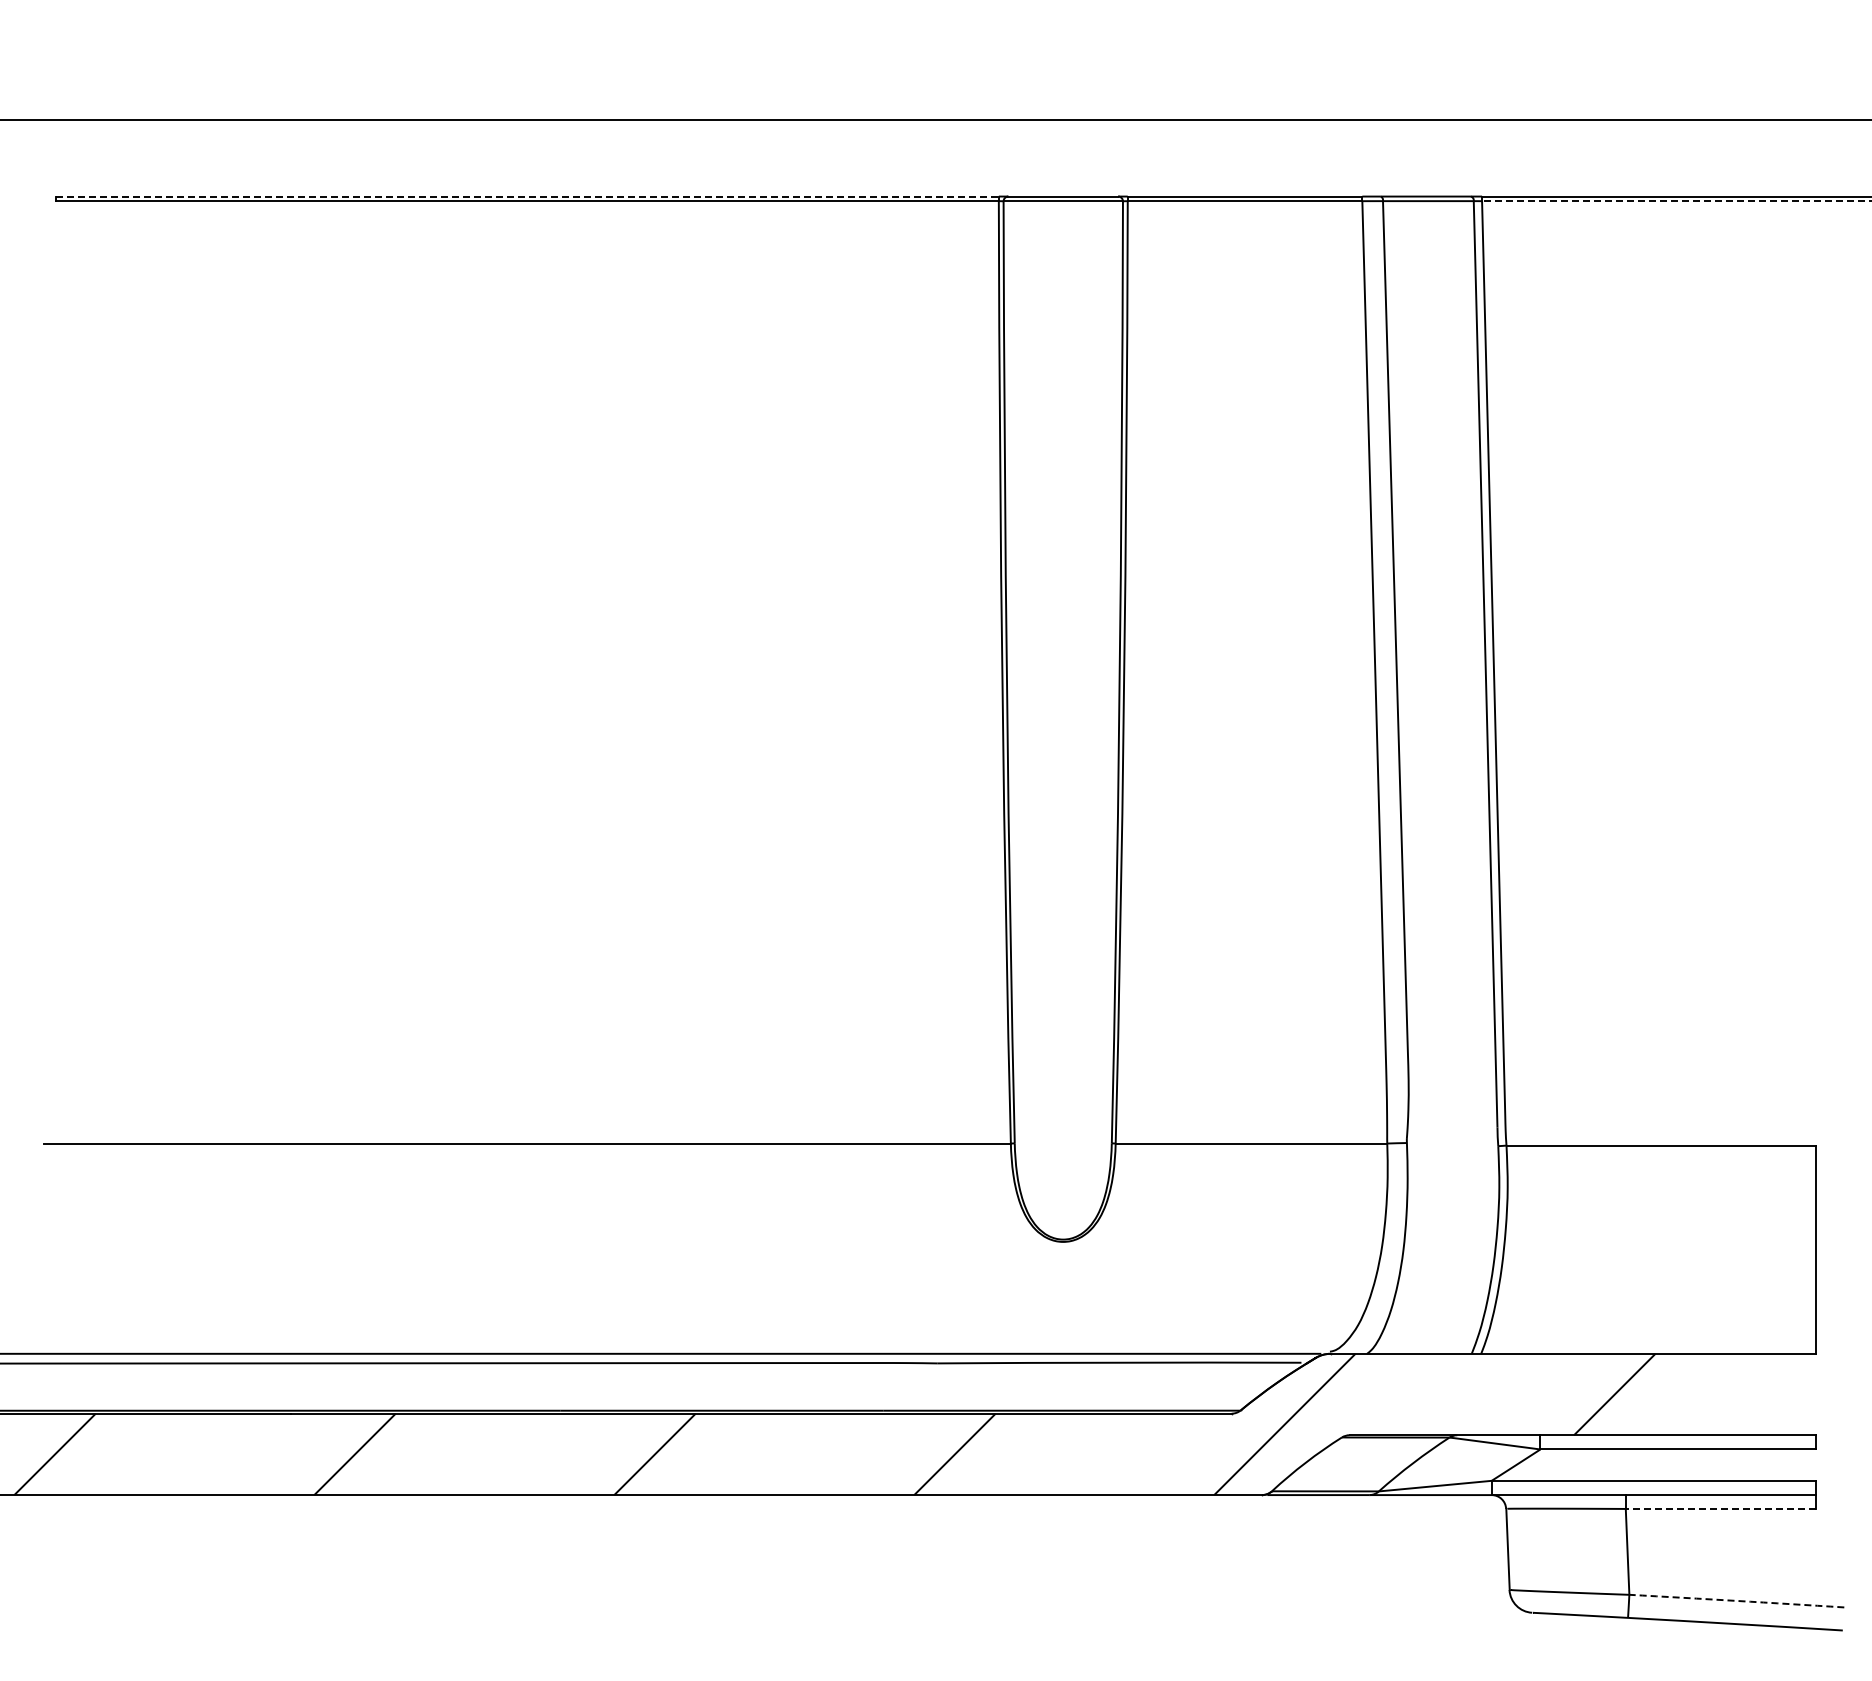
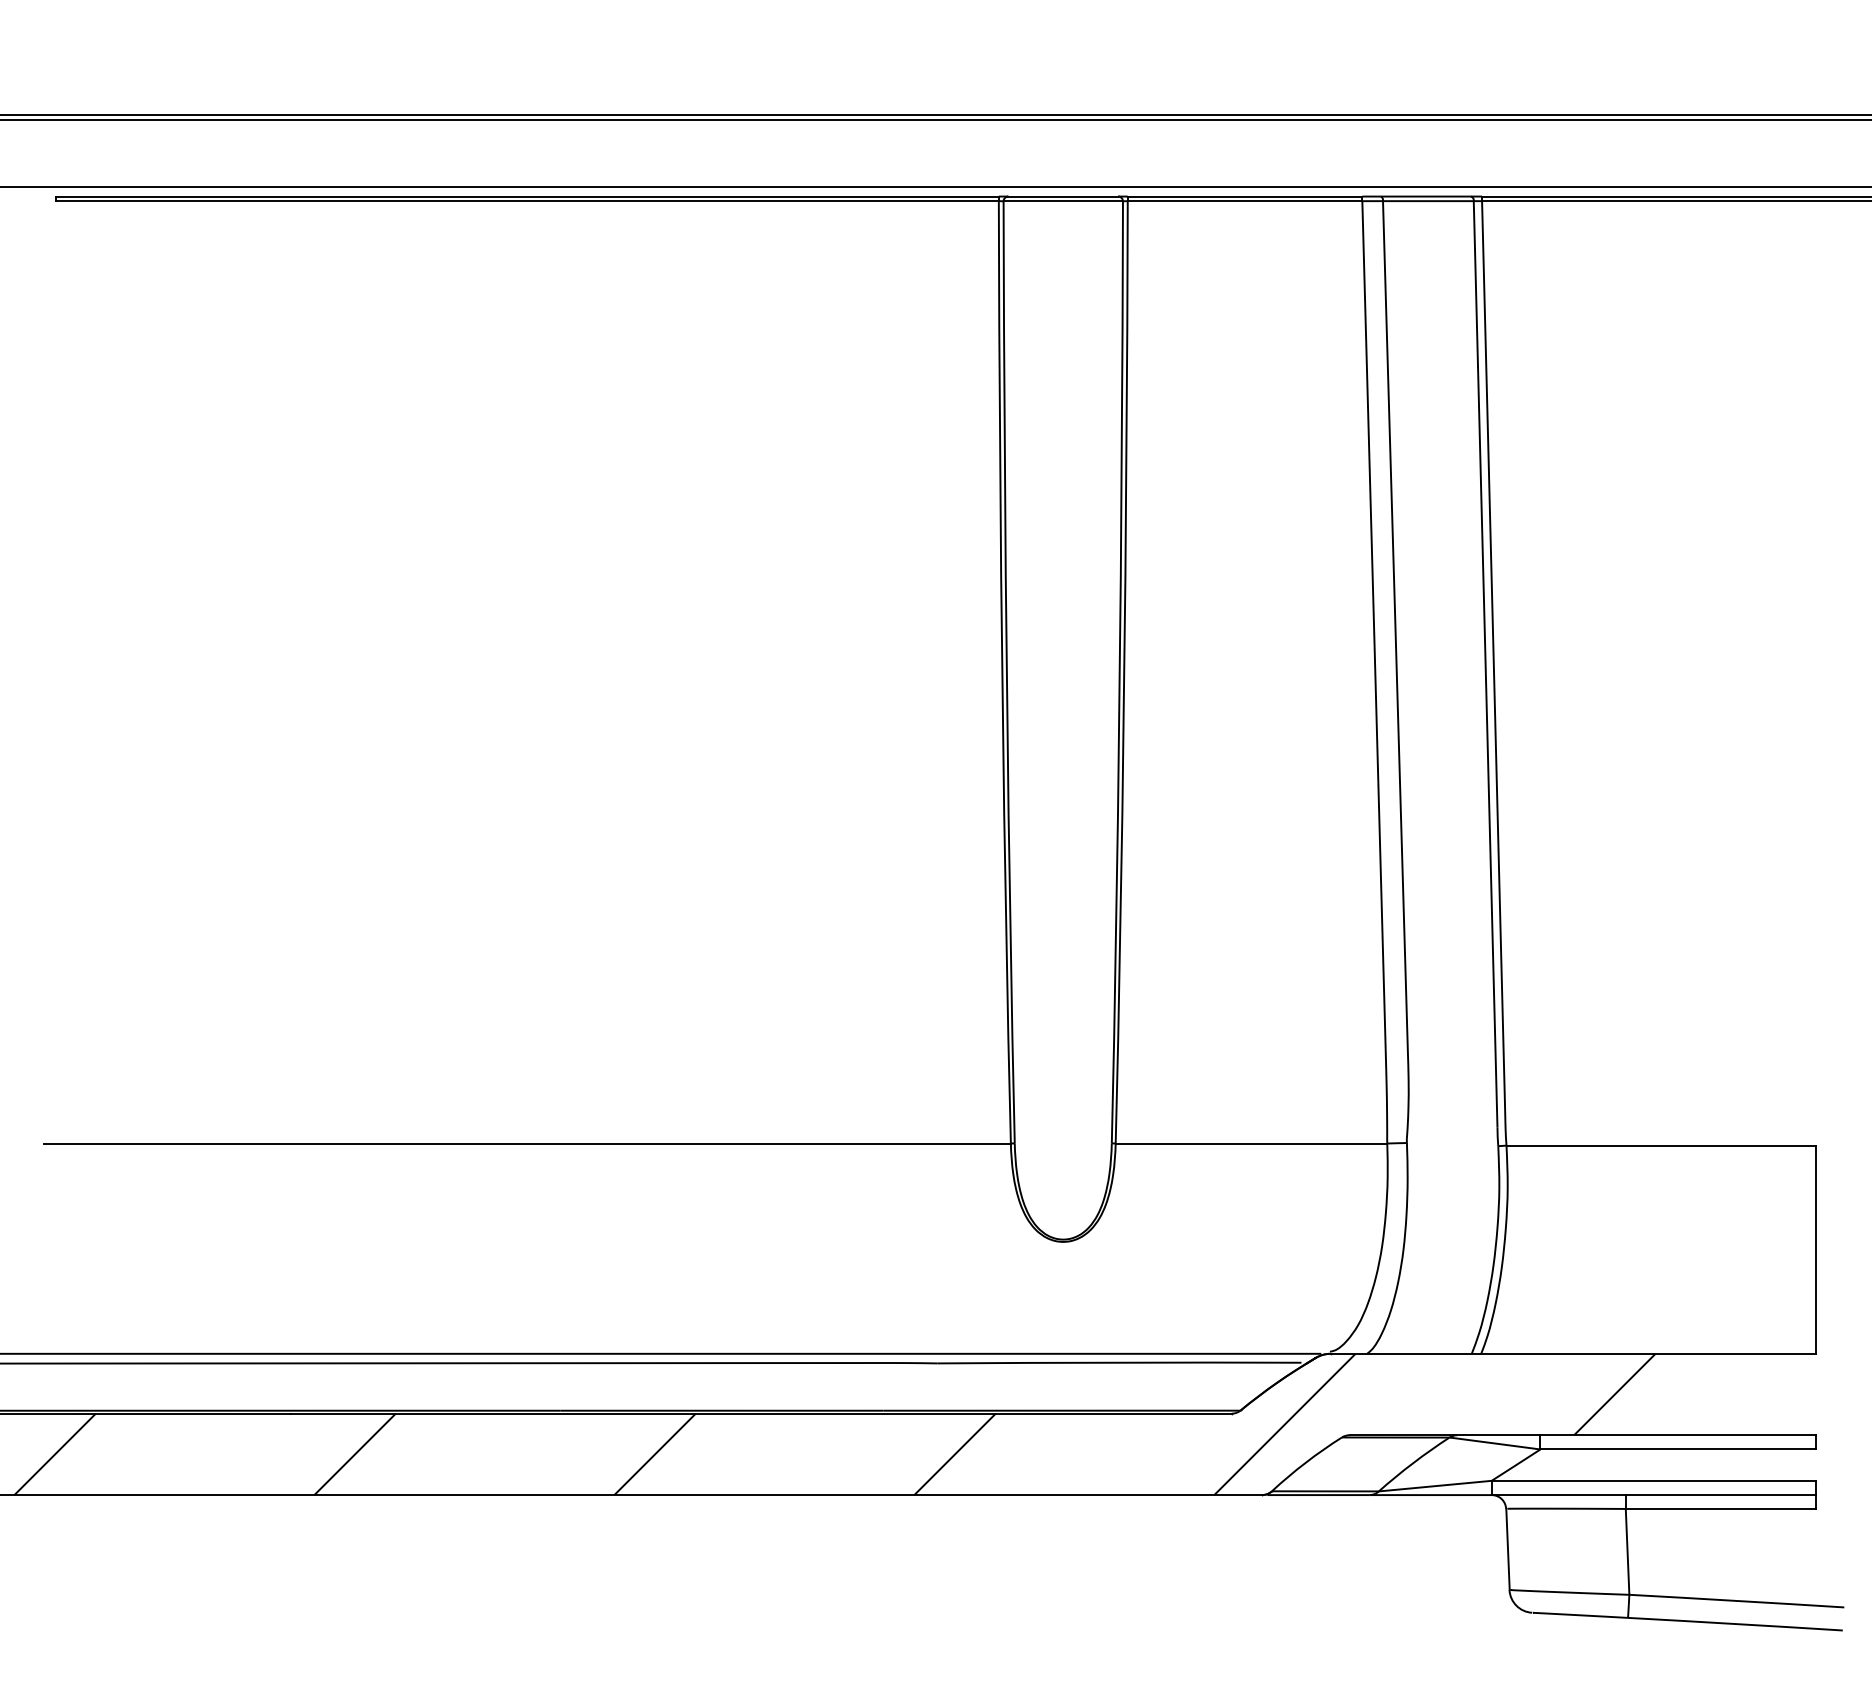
line at (935, 115): none -> present
line at (935, 187): none -> present
line at (527, 196): dashed -> solid
line at (1676, 201): dashed -> solid
line at (1720, 1508): dashed -> solid
arc at (1736, 1600): dashed -> solid
